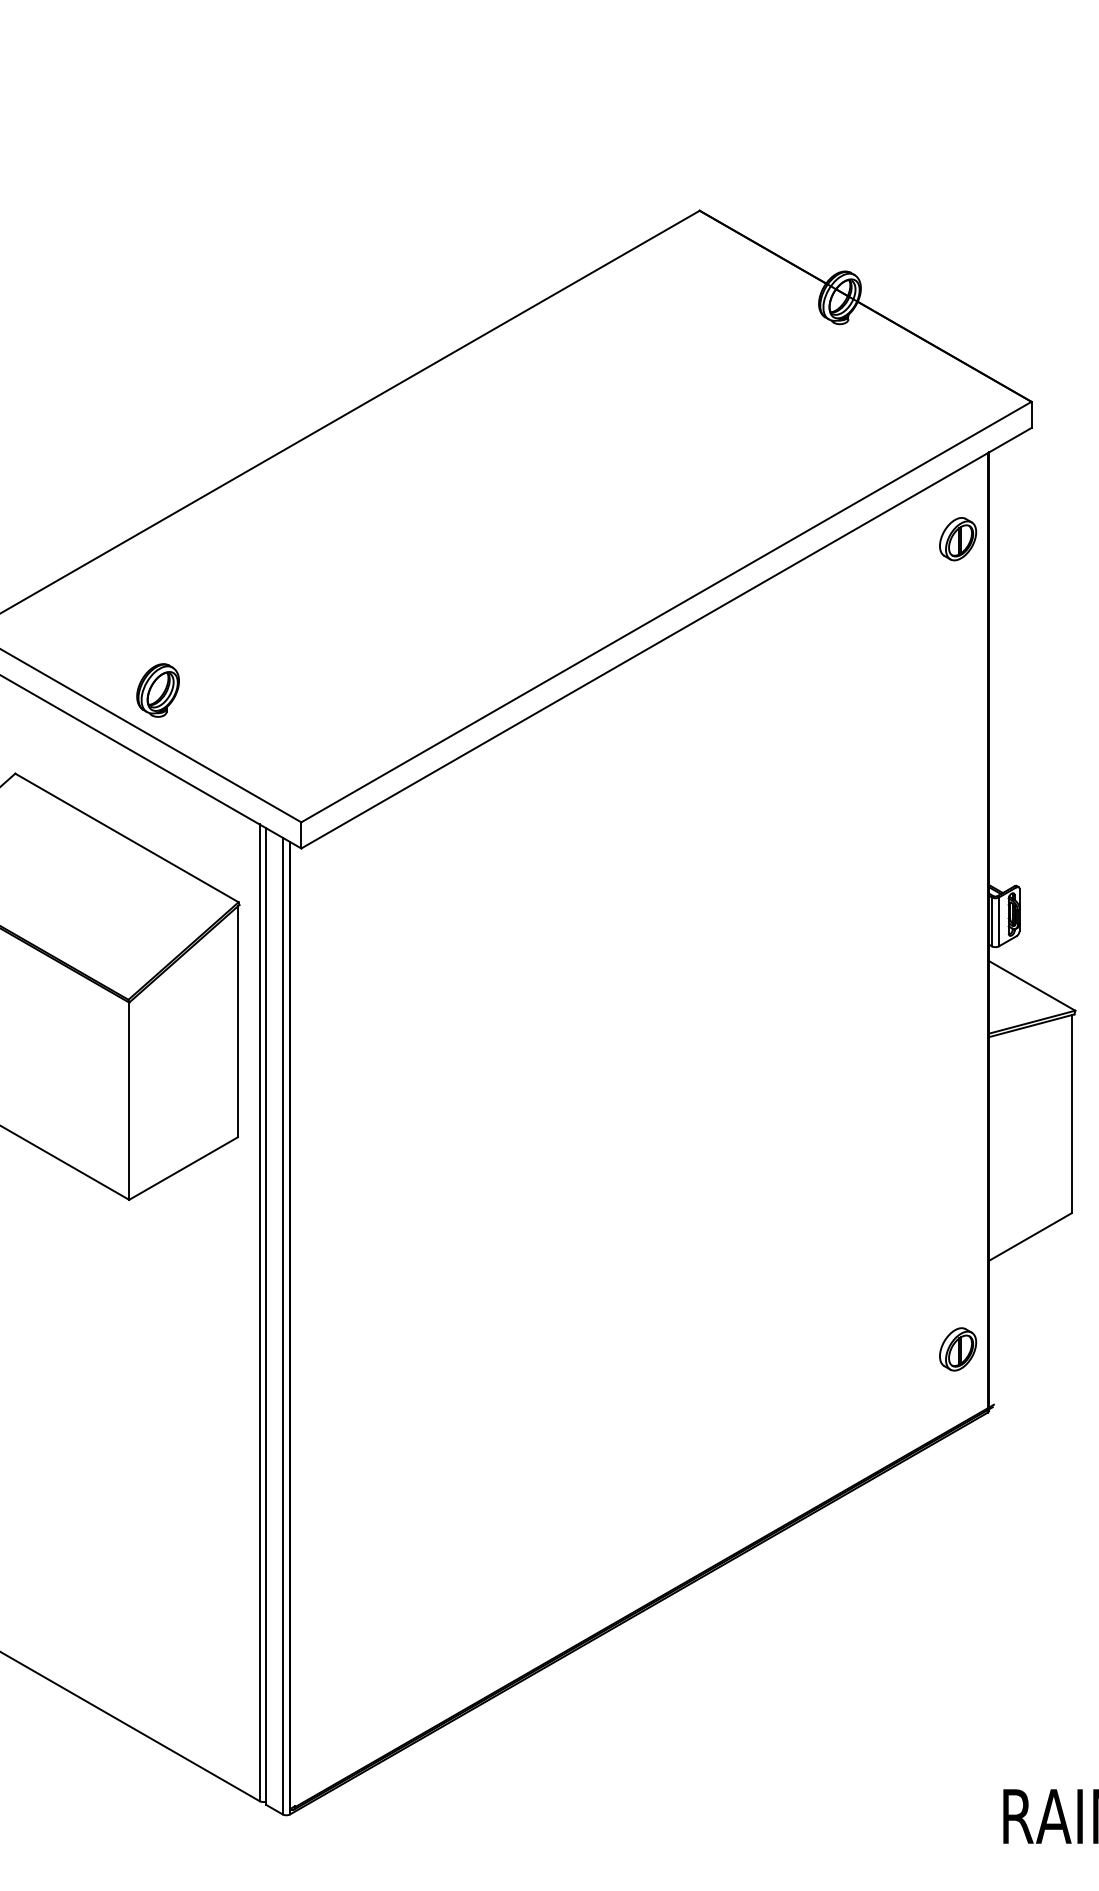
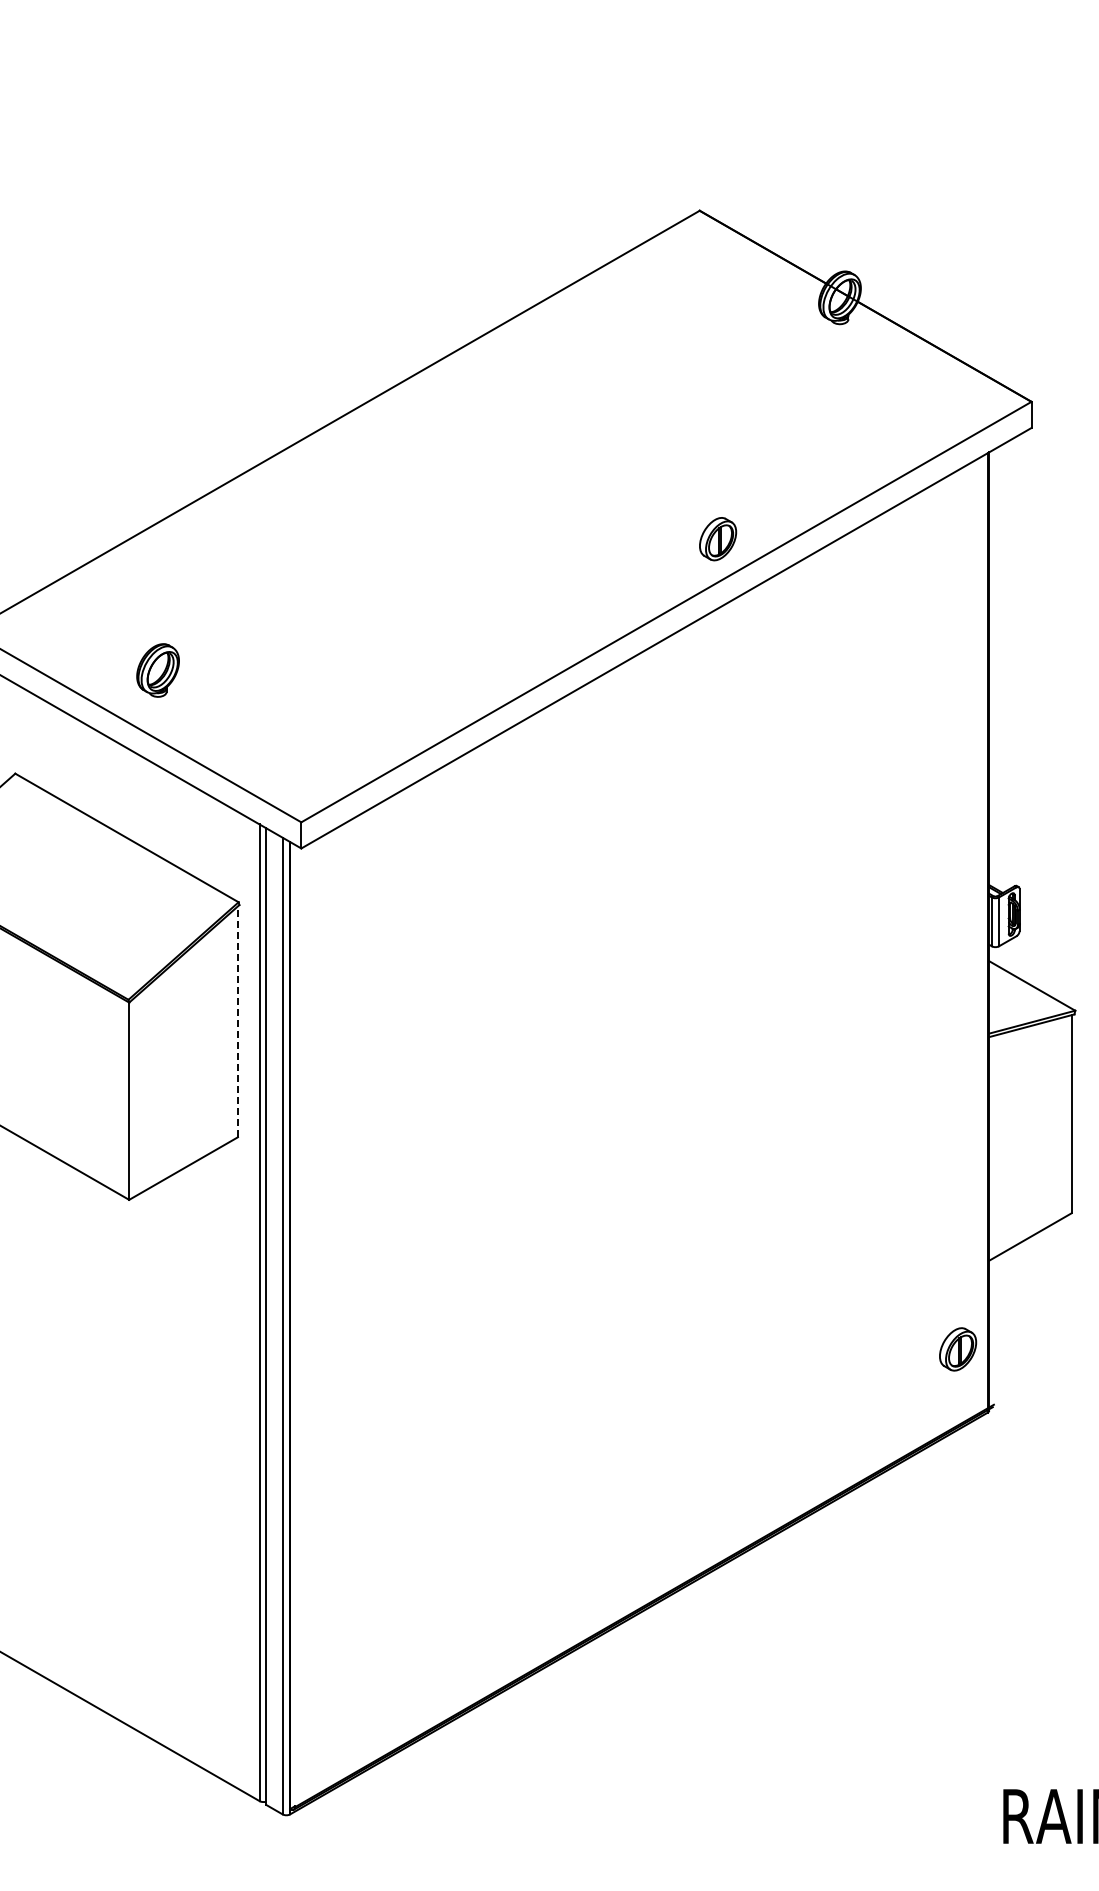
part at (958, 539) position: (958, 539) -> (718, 539)
part at (157, 690) position: (157, 690) -> (157, 670)
line at (237, 1021): solid -> dashed
